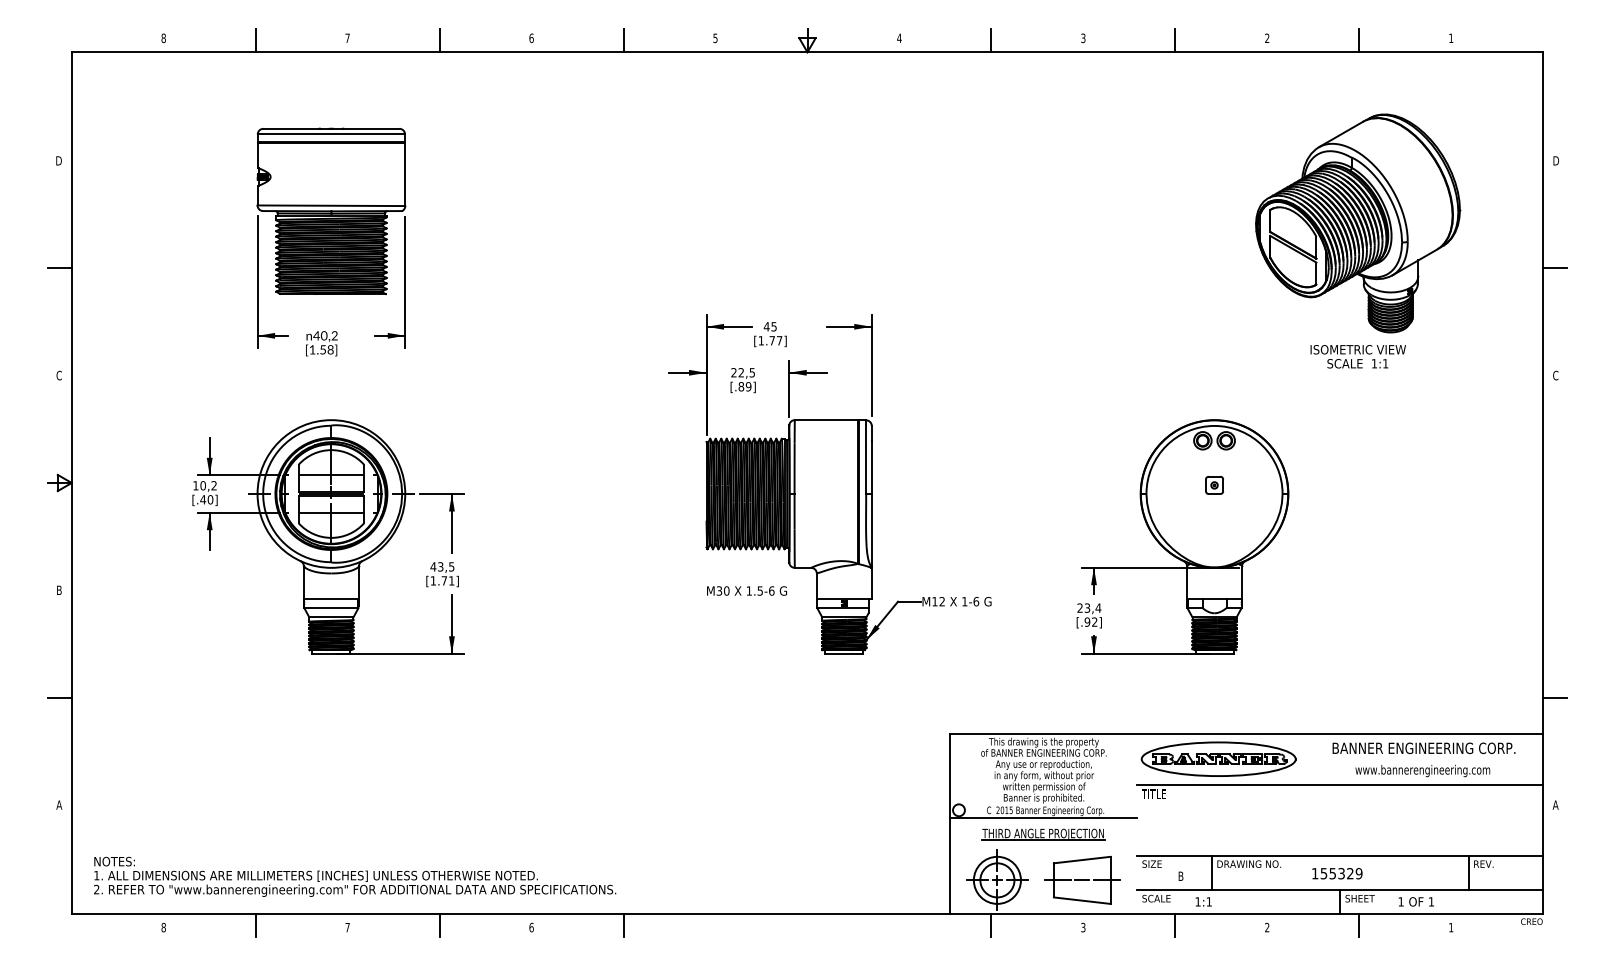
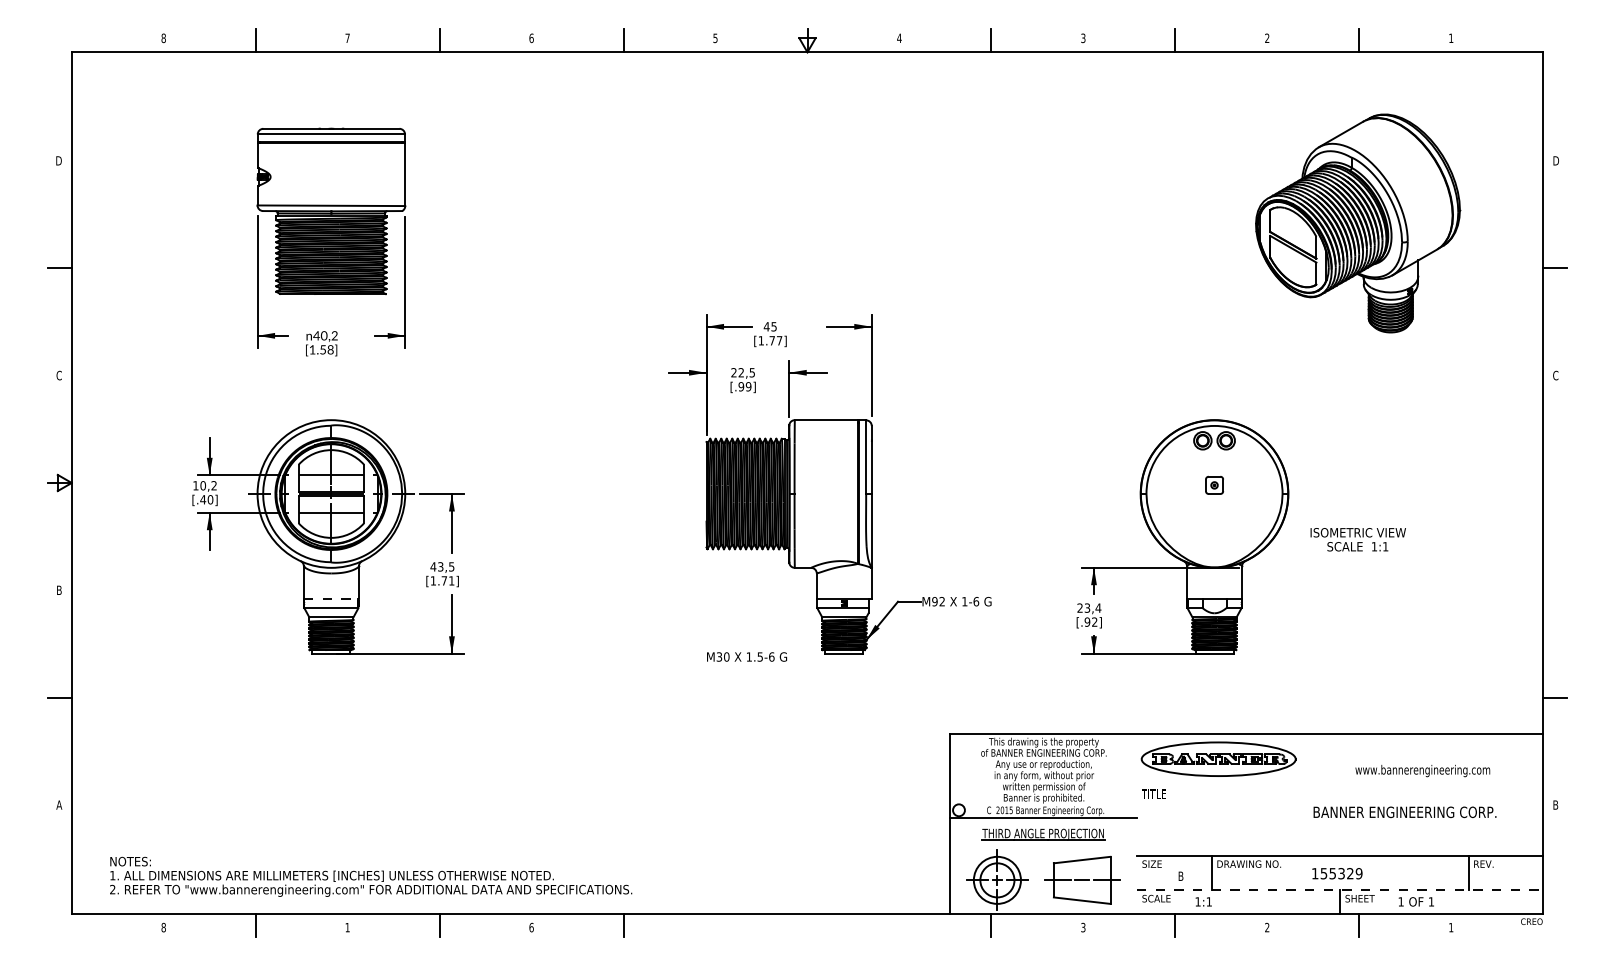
text at (1357, 356) position: (1357, 356) -> (1357, 539)
text at (741, 386): [.89] -> [.99]
text at (747, 590) position: (747, 590) -> (747, 656)
line at (331, 598): solid -> dashed
text at (934, 601): M12 -> M92
text at (1423, 748) position: (1423, 748) -> (1404, 812)
line at (1340, 784): present -> none
text at (1555, 804): A -> B
text at (355, 876) position: (355, 876) -> (371, 876)
line at (1340, 890): solid -> dashed
text at (347, 927): 7 -> 1
